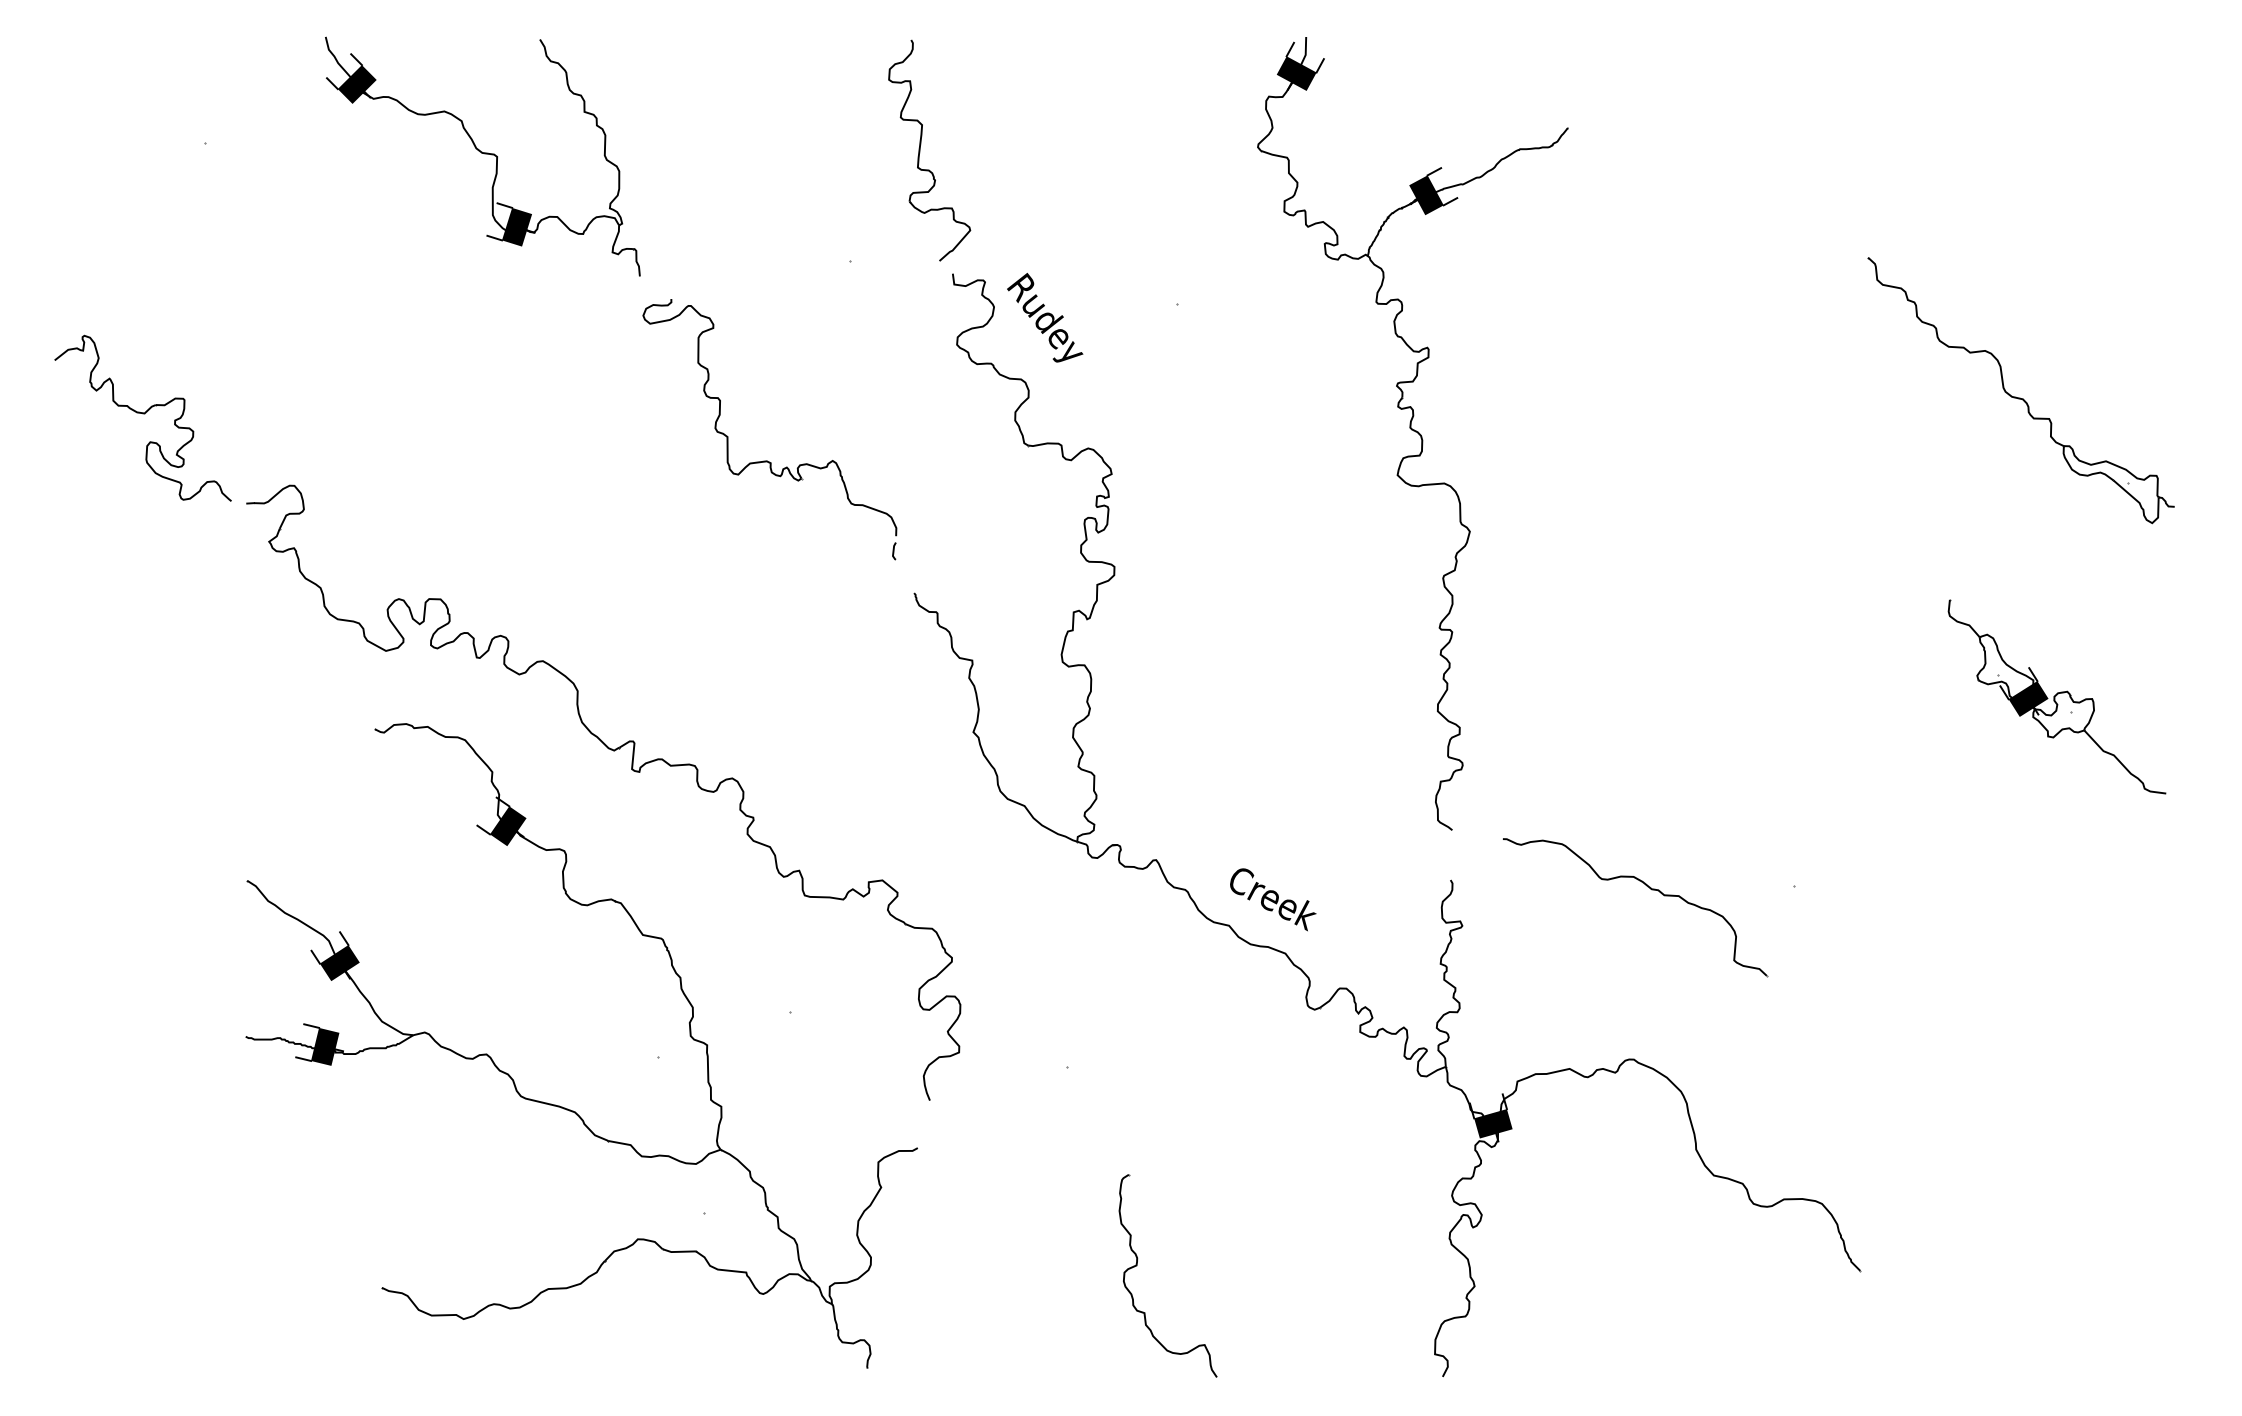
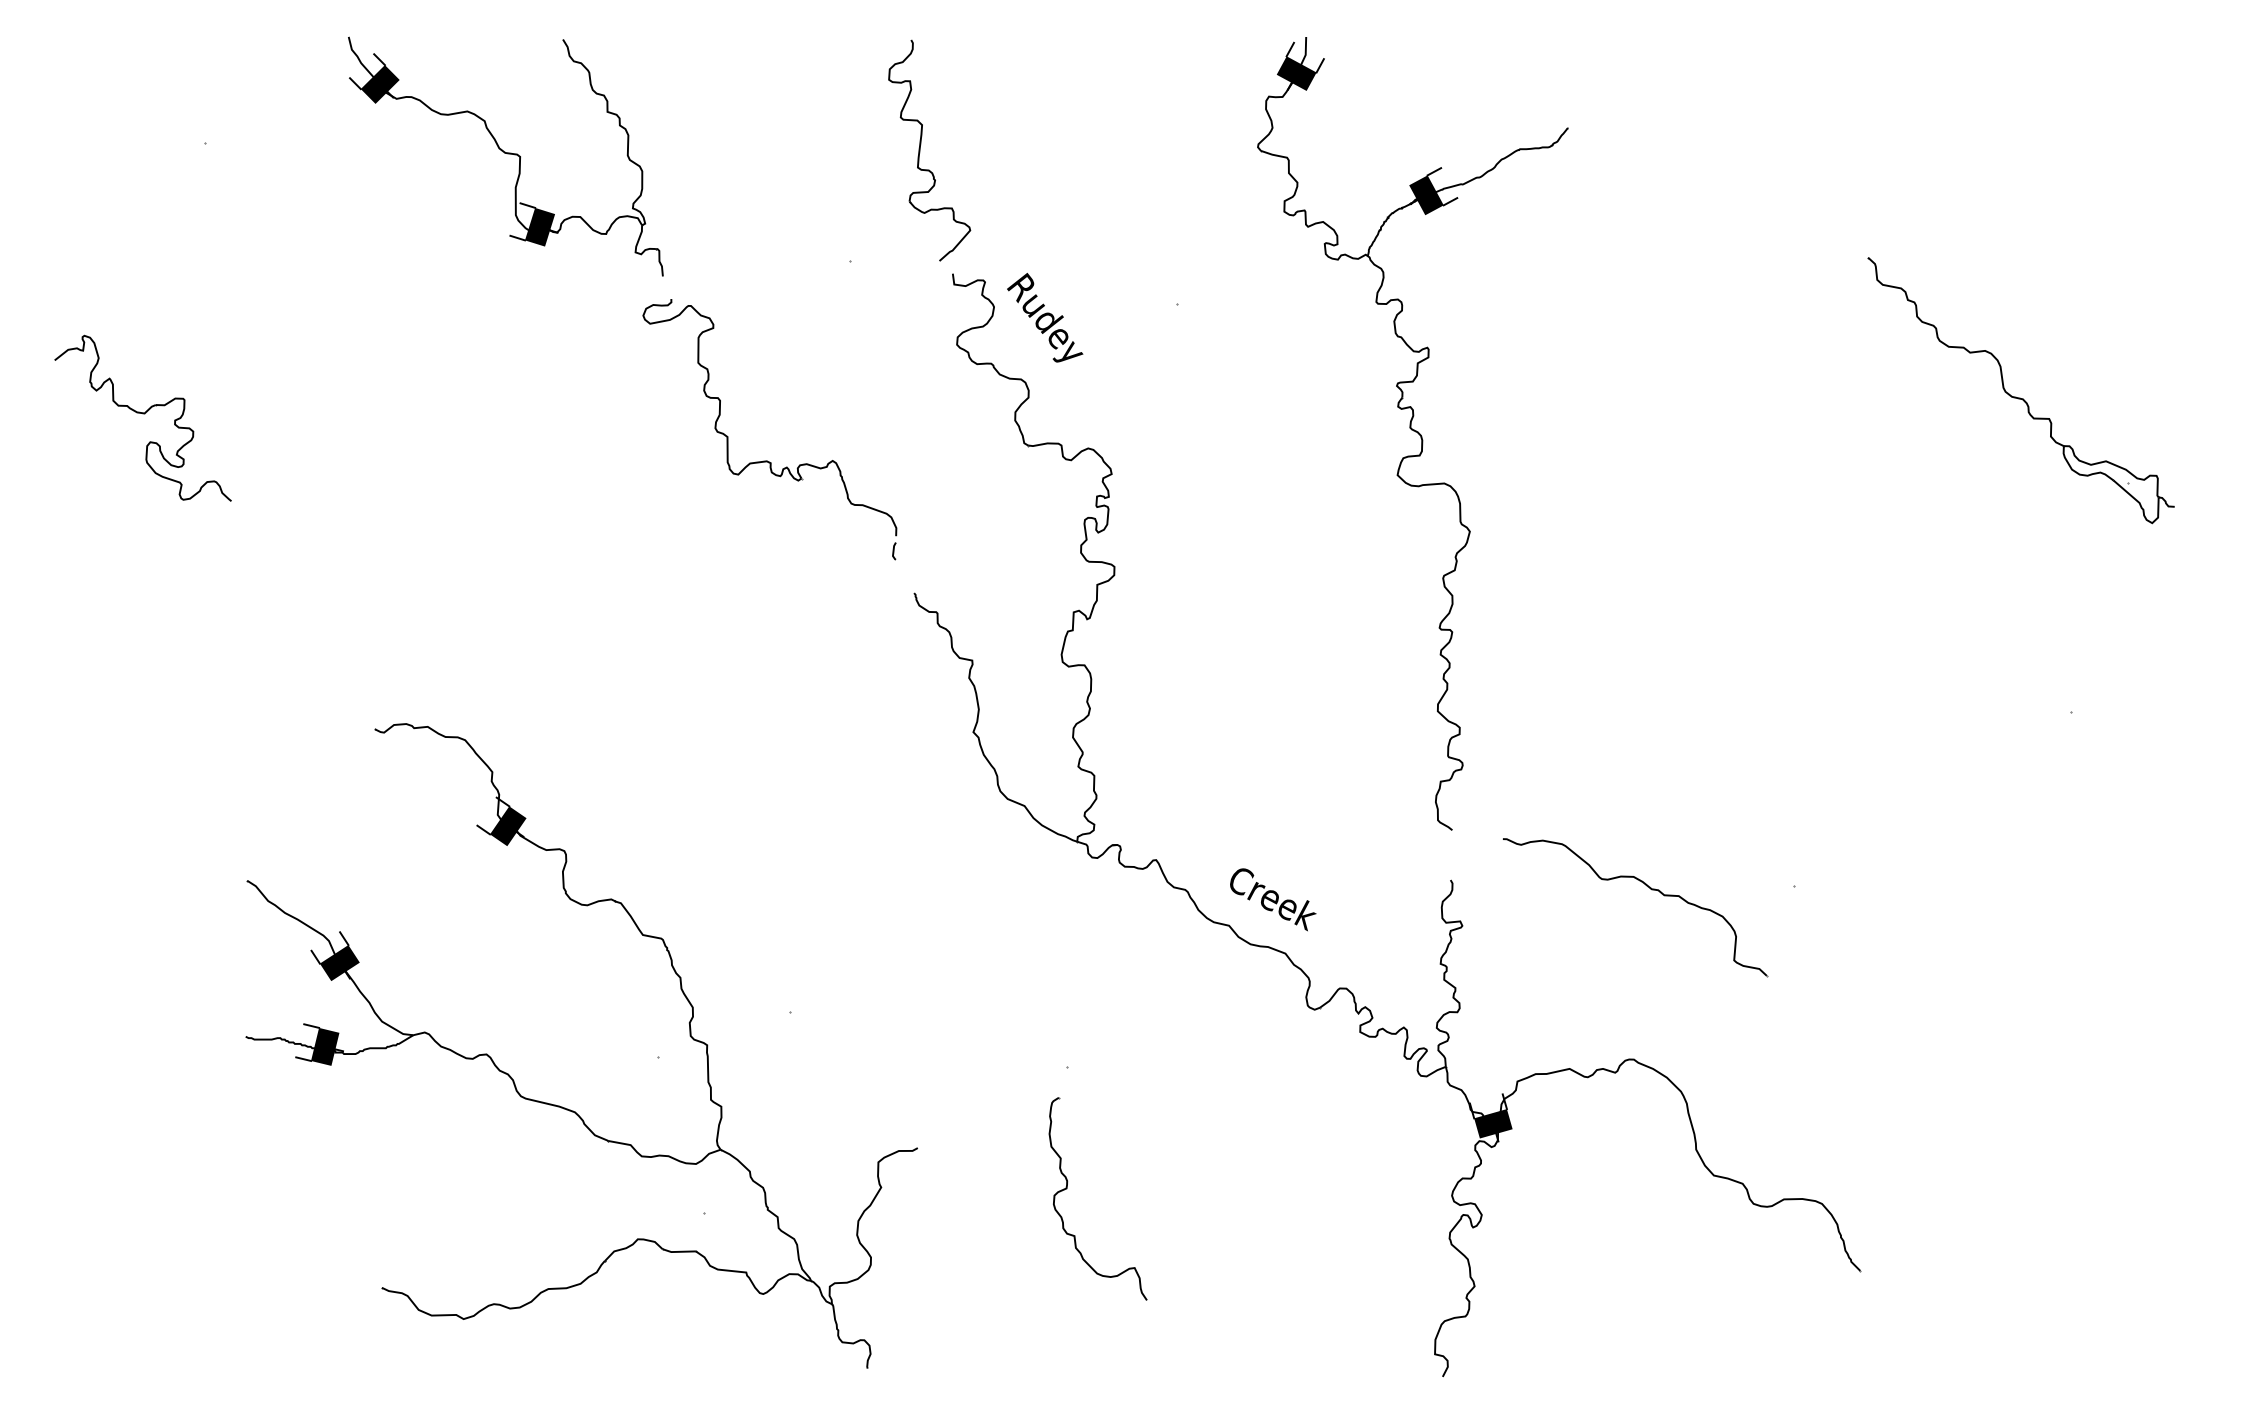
part at (482, 156) position: (482, 156) -> (505, 156)
part at (2056, 696): present -> none
part at (631, 769): present -> none
part at (1137, 1265) position: (1137, 1265) -> (1067, 1188)
